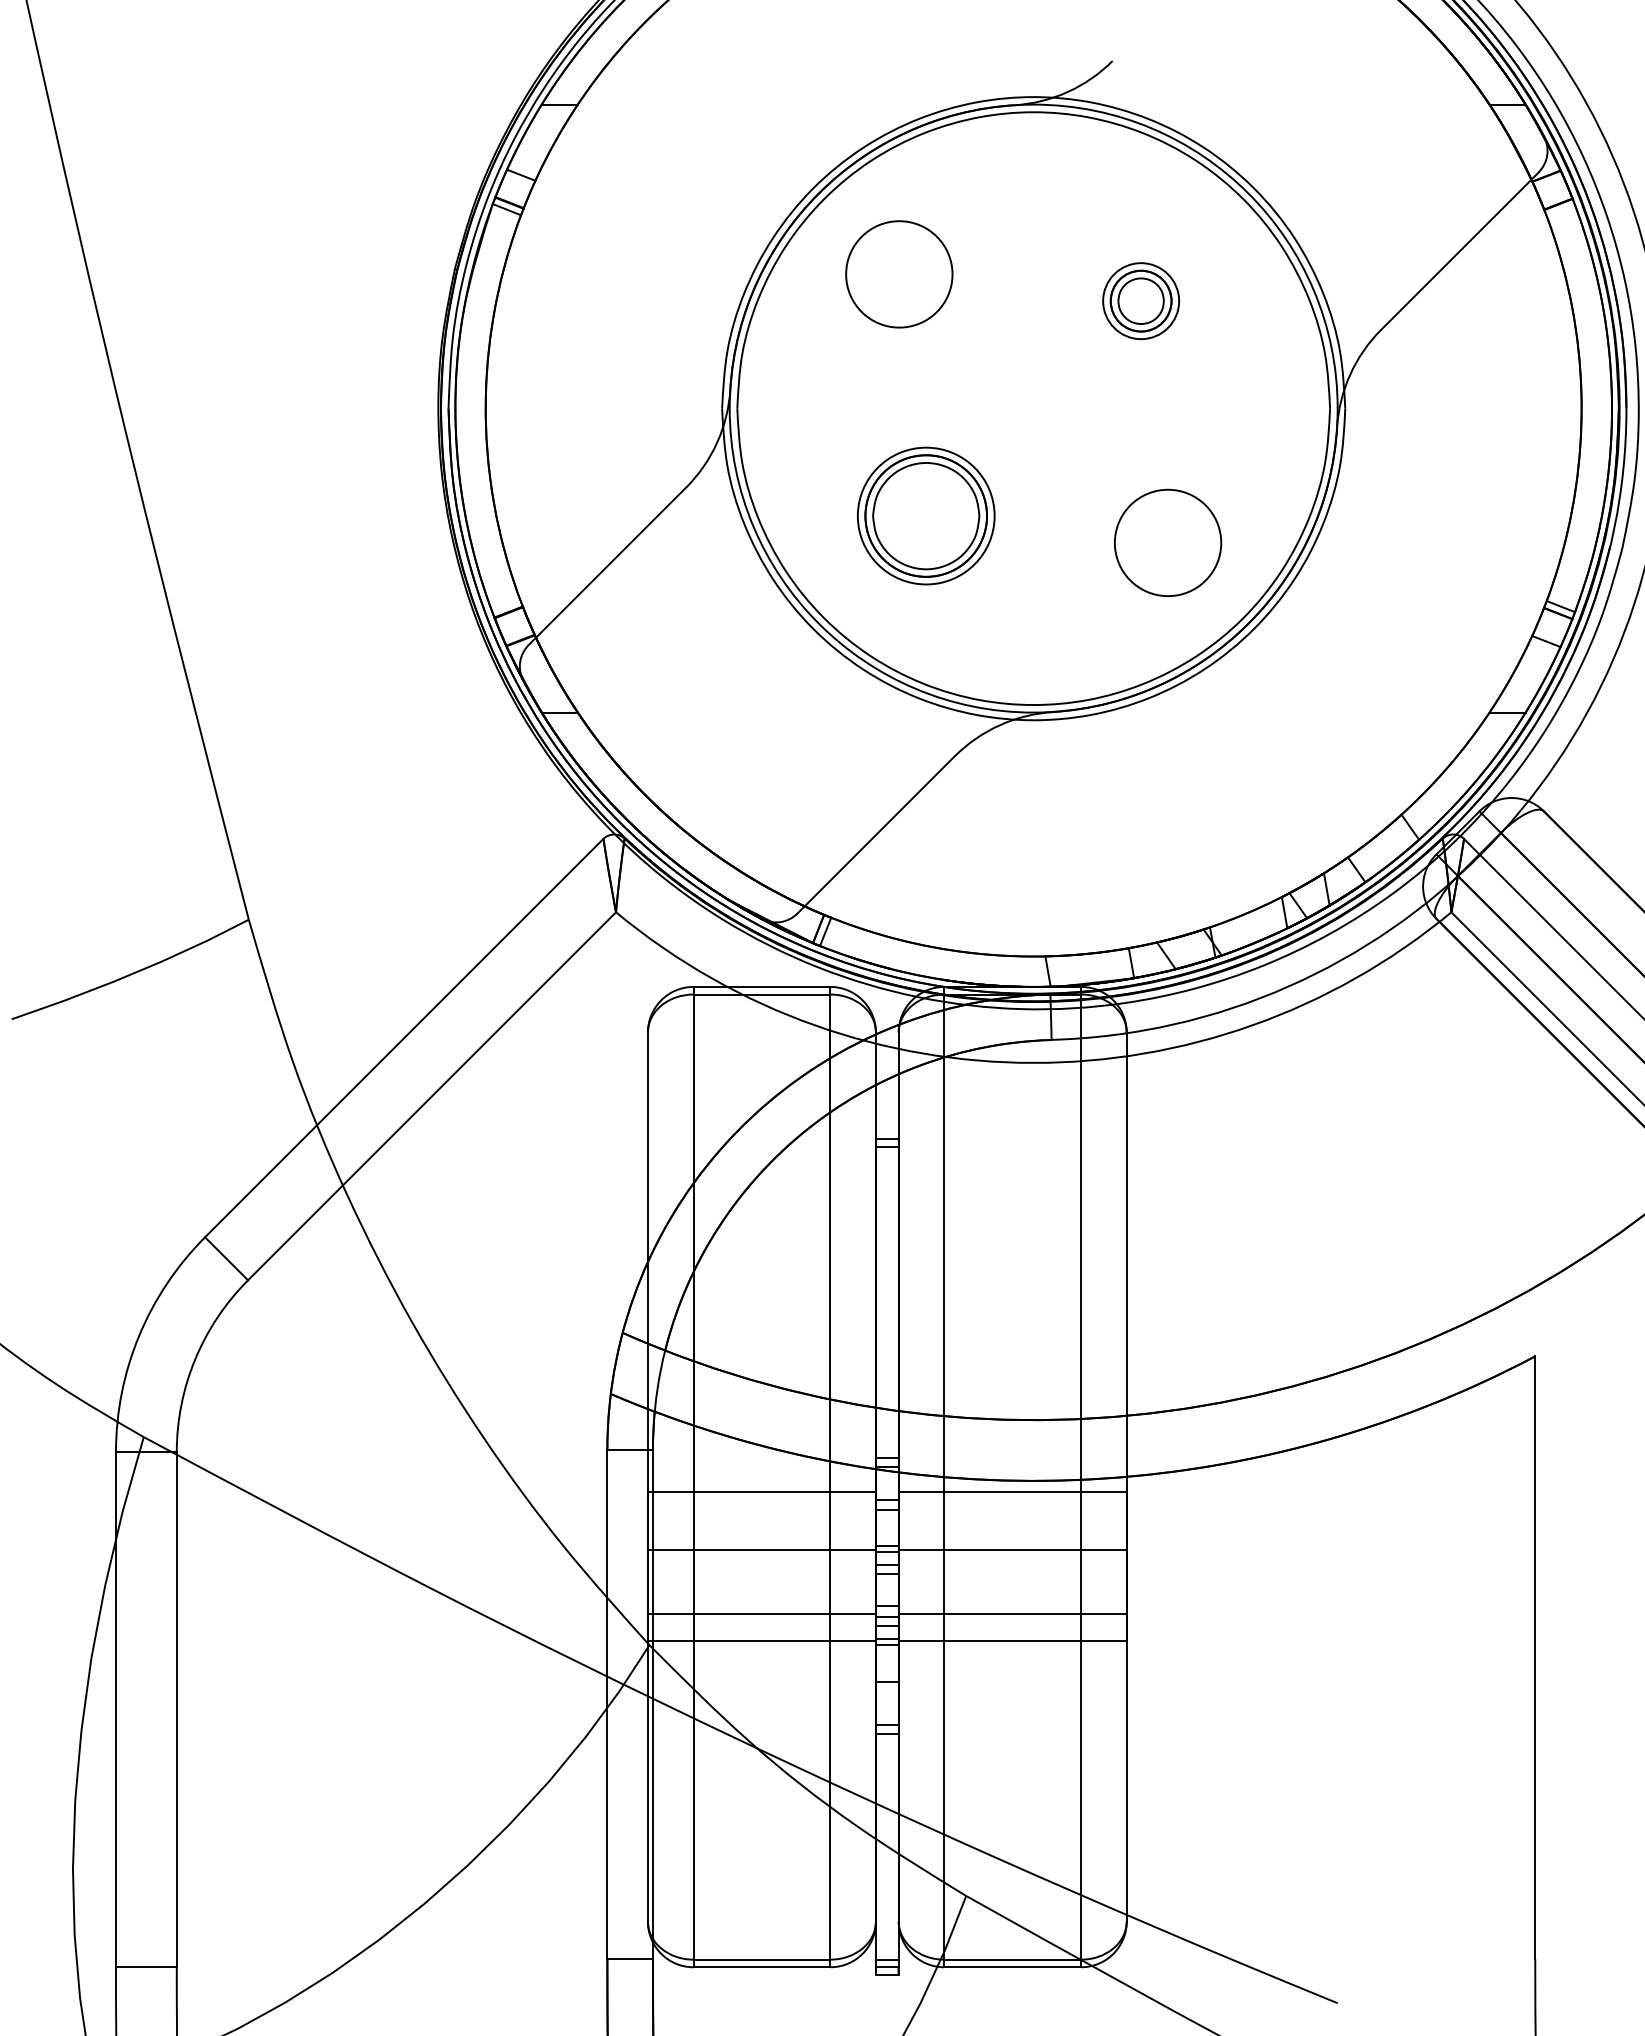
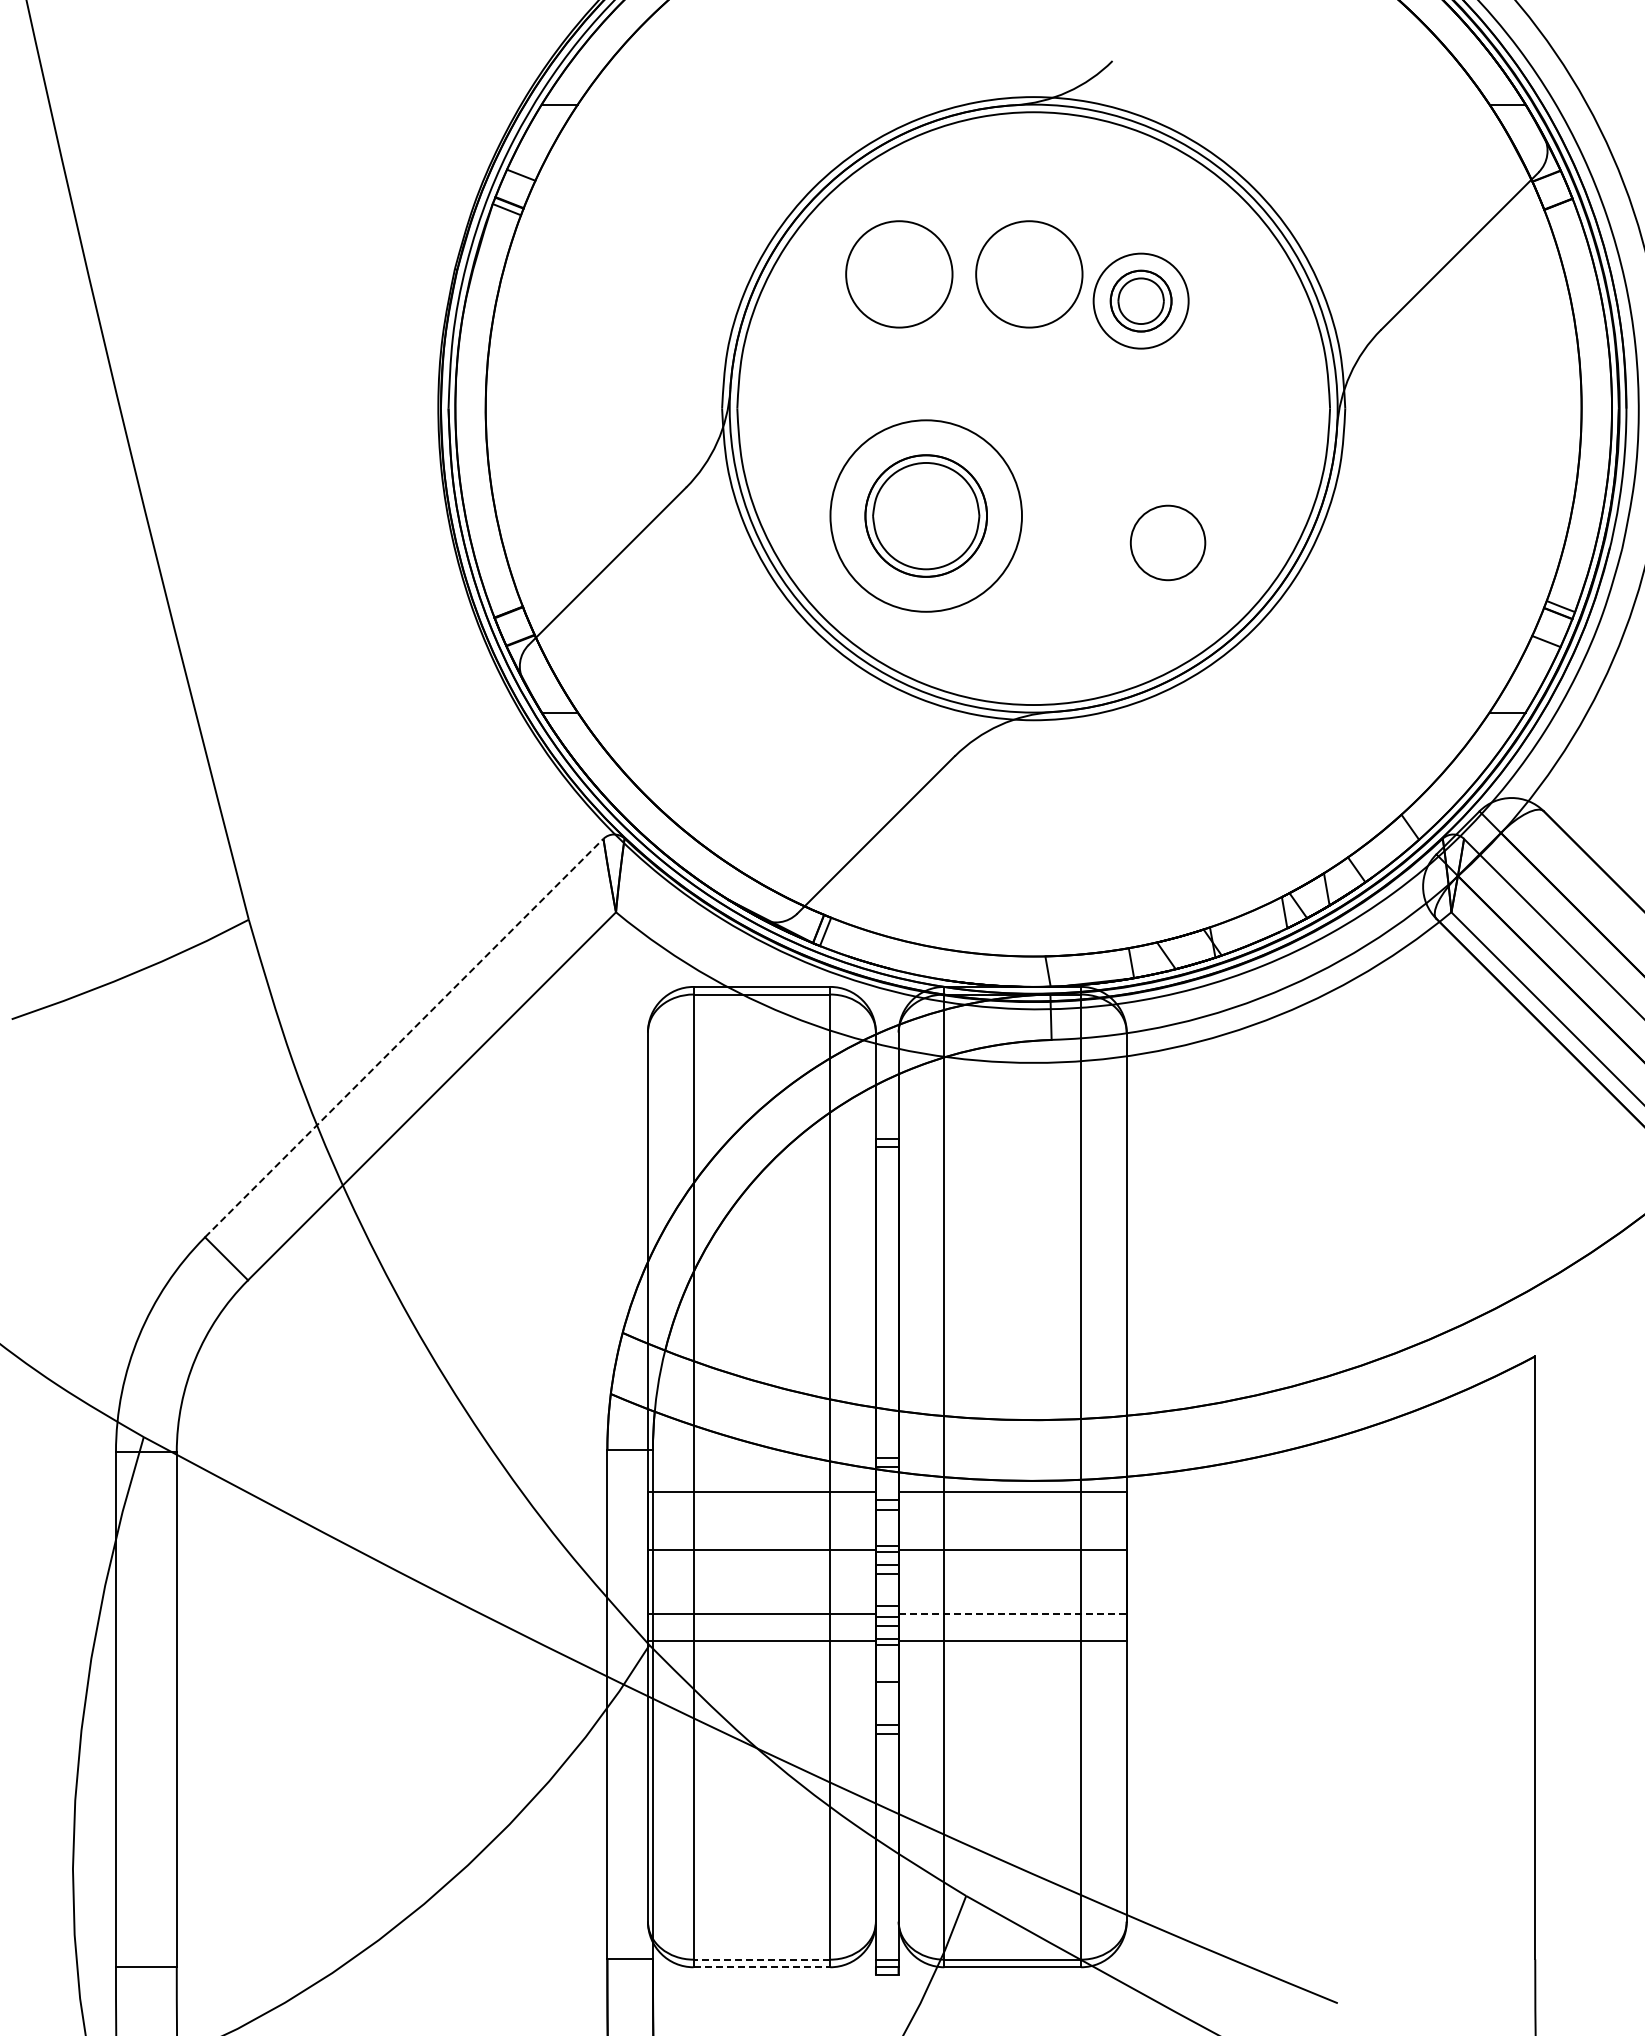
circle at (1029, 274): none -> present
circle at (1141, 301) diameter: 76 px -> 95 px
circle at (925, 515) diameter: 137 px -> 192 px
circle at (1167, 542) diameter: 106 px -> 74 px
line at (404, 1038): solid -> dashed
line at (1012, 1613): solid -> dashed
line at (761, 1959): solid -> dashed
line at (762, 1967): solid -> dashed
